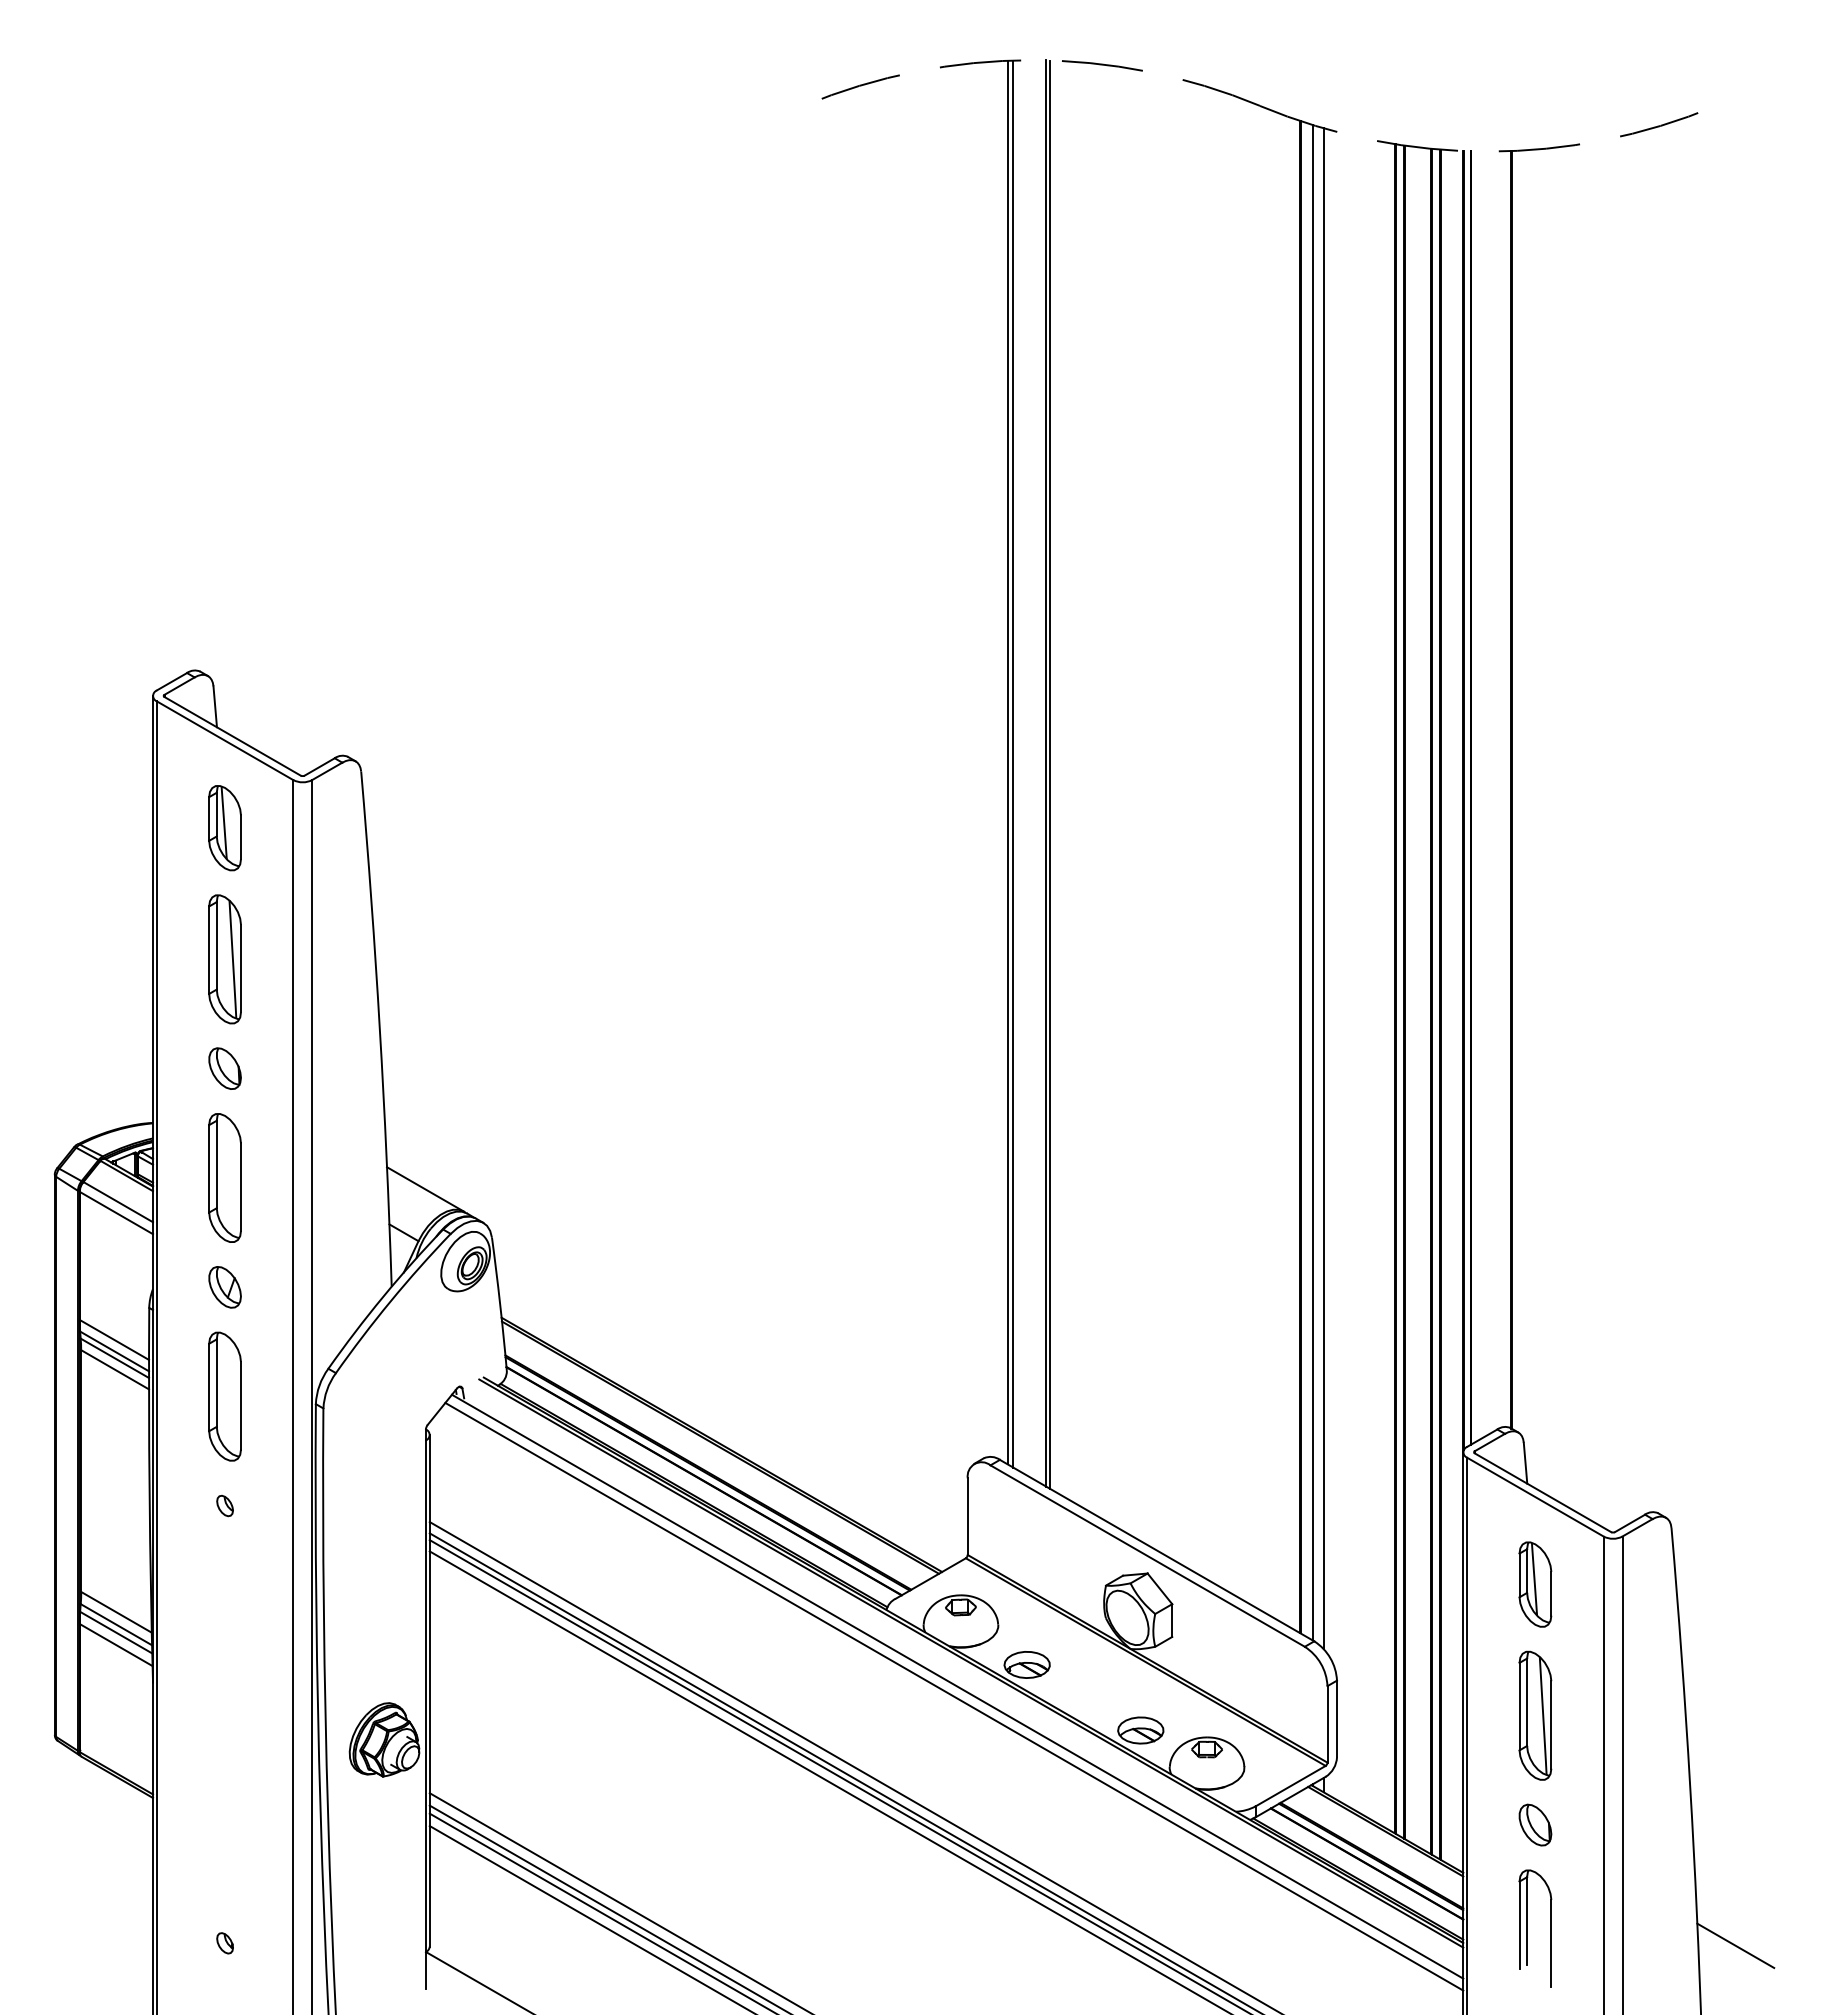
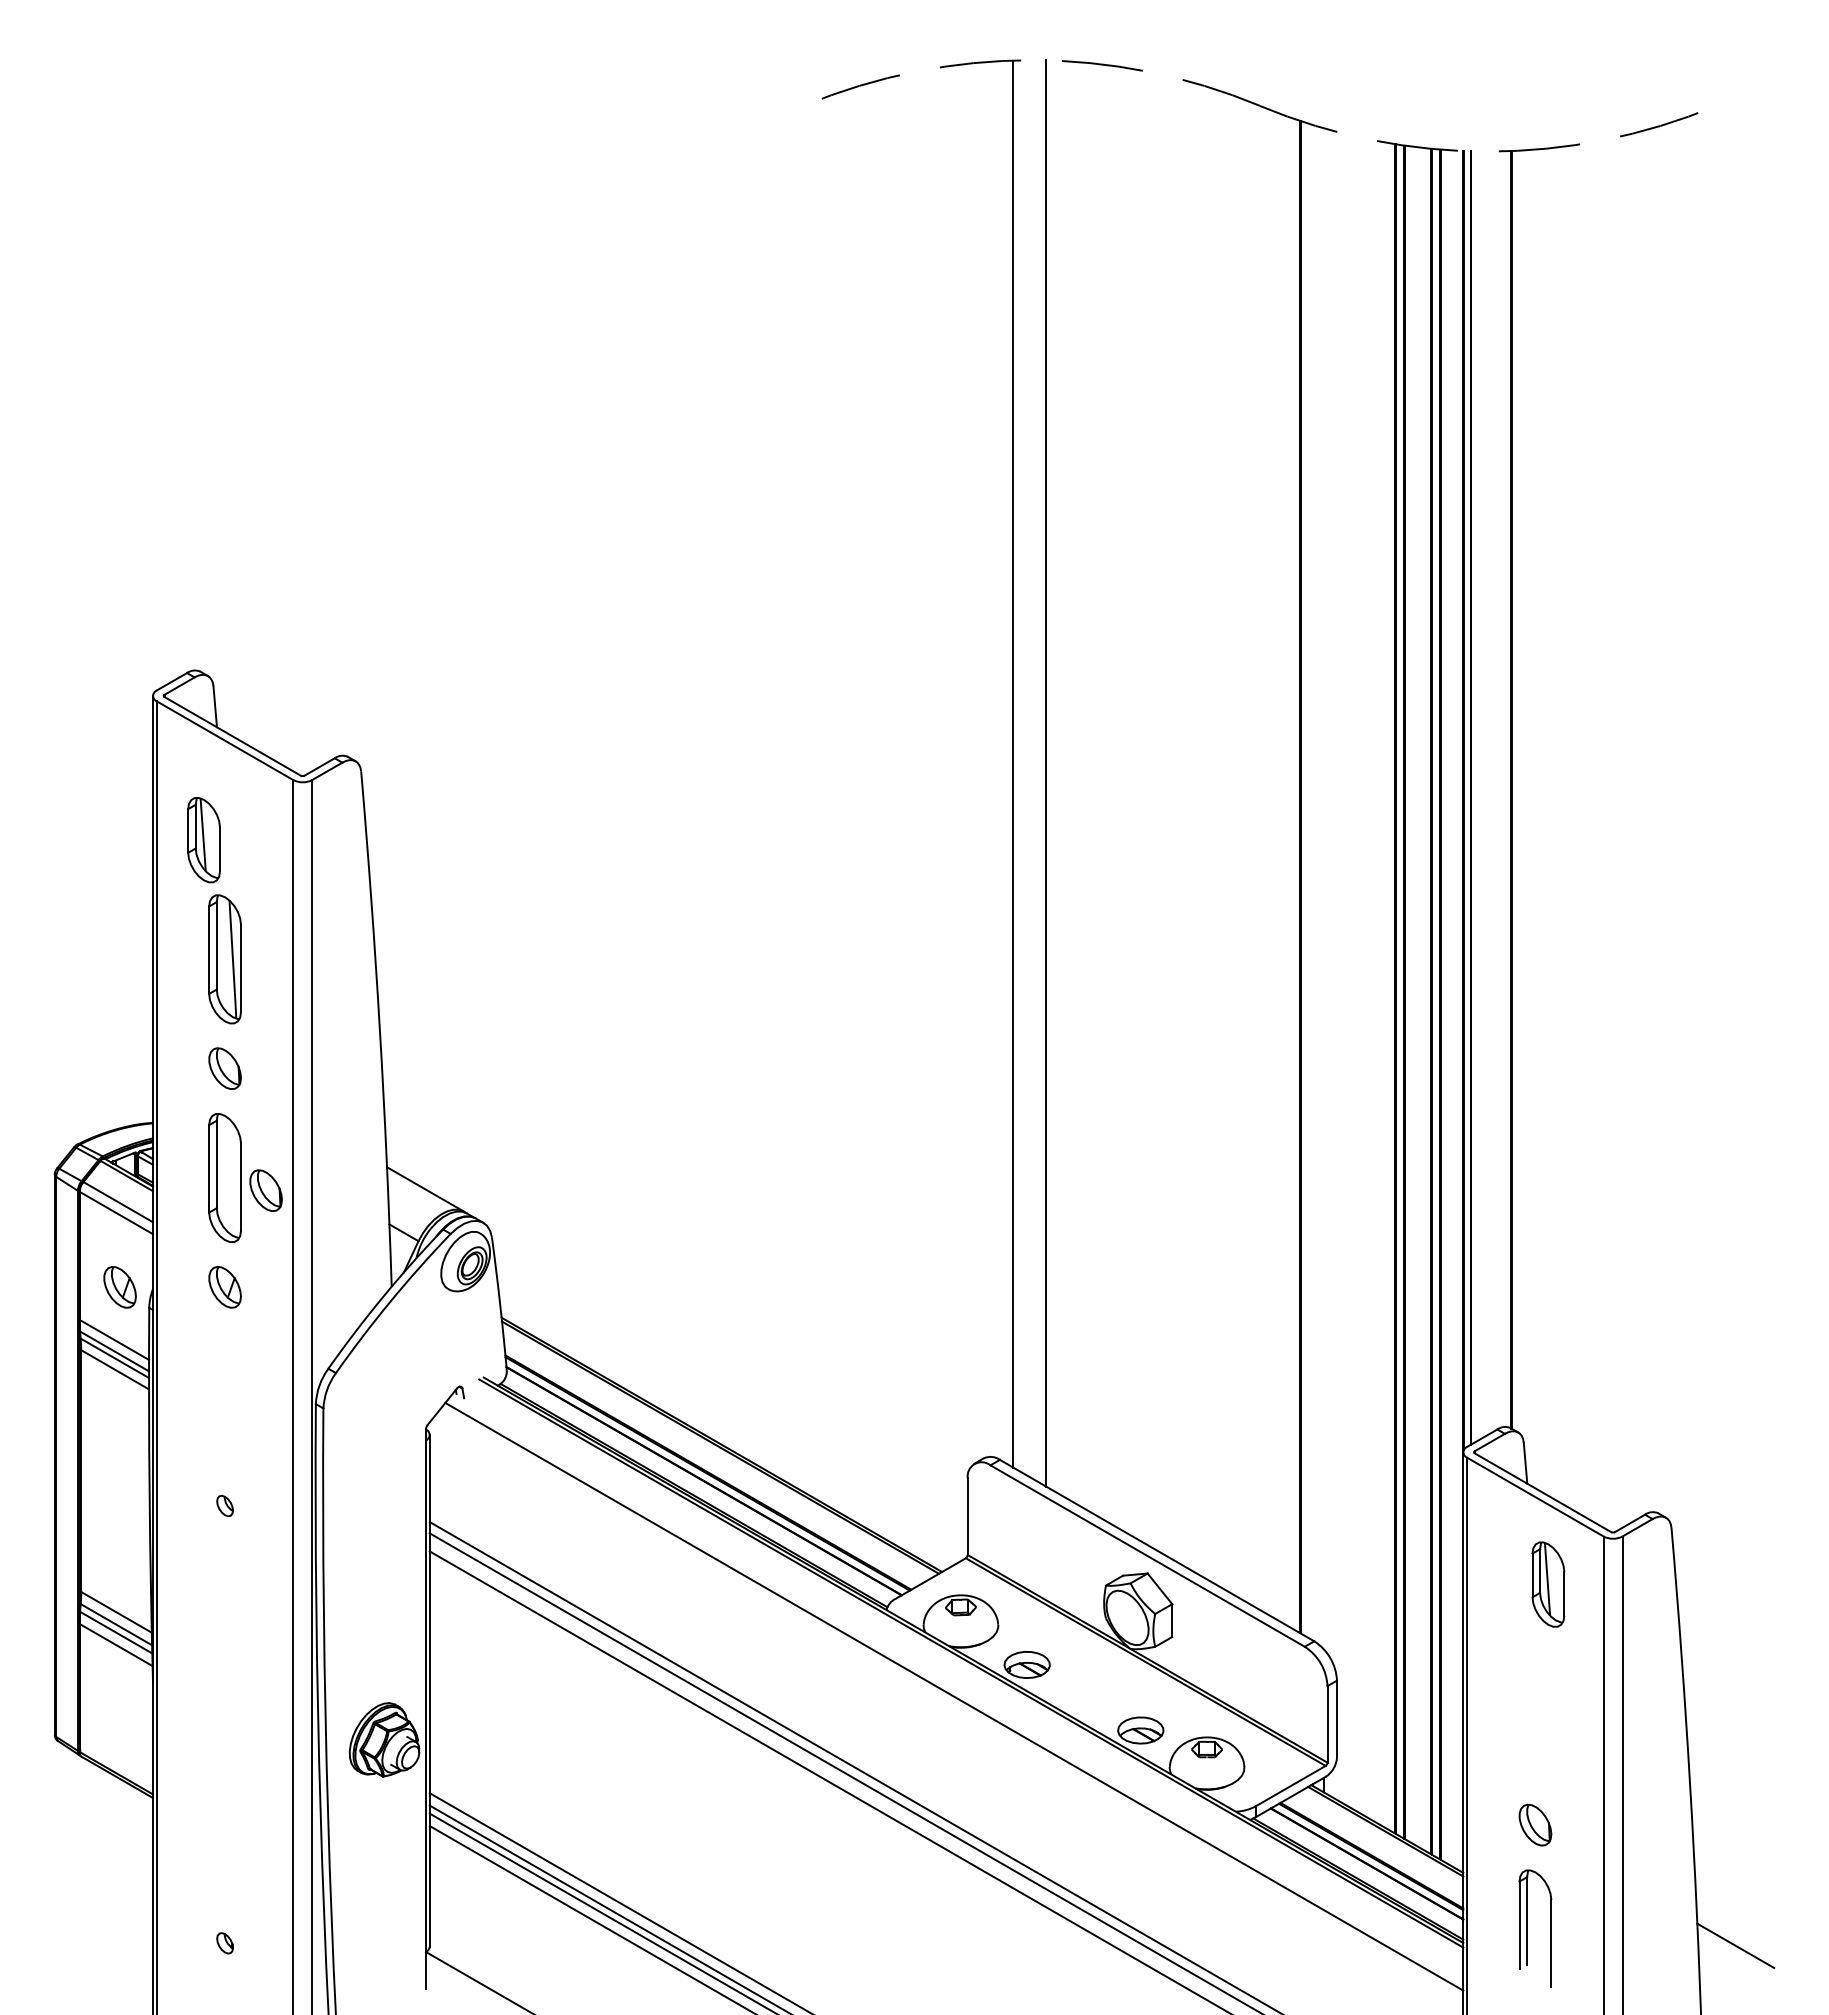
line at (1007, 762): present -> none
line at (1049, 774): present -> none
part at (224, 828) position: (224, 828) -> (203, 840)
line at (1312, 882): present -> none
line at (1323, 888): present -> none
part at (265, 1190): none -> present
part at (119, 1287): none -> present
part at (224, 1396): present -> none
part at (1535, 1584) position: (1535, 1584) -> (1548, 1584)
line at (957, 1686): present -> none
part at (1535, 1715): present -> none
line at (838, 1775): present -> none
